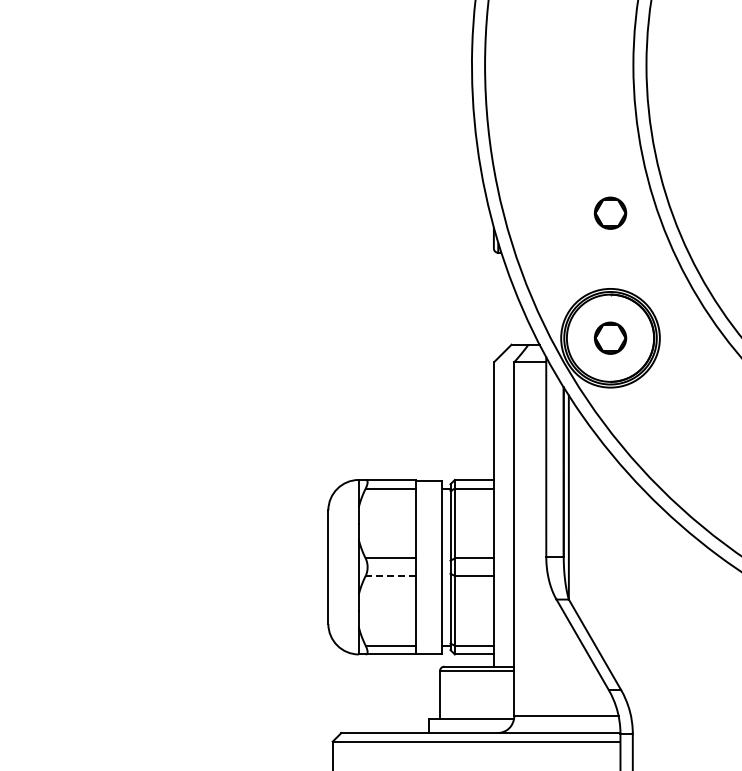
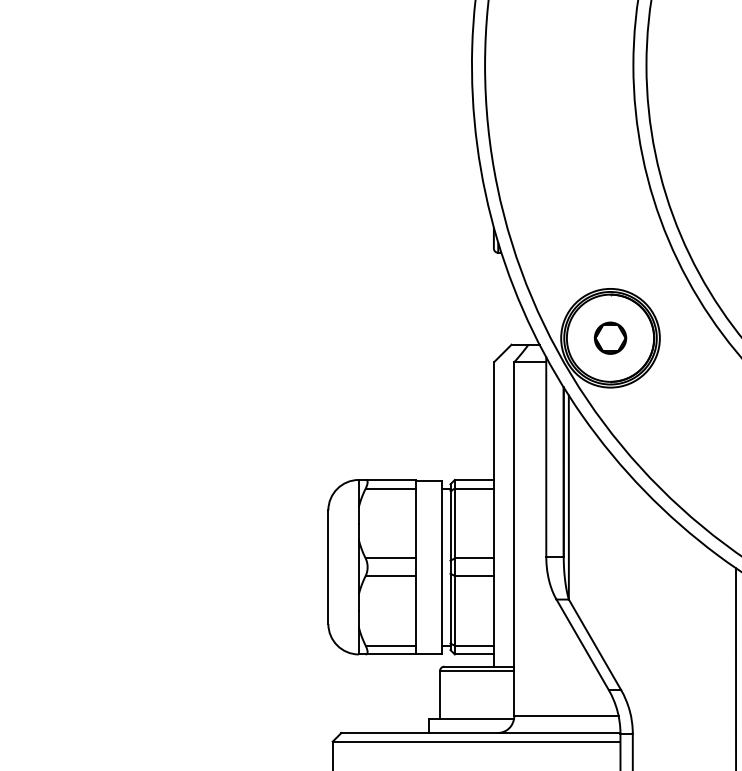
part at (610, 212): present -> none
line at (390, 575): dashed -> solid
line at (735, 667): none -> present
